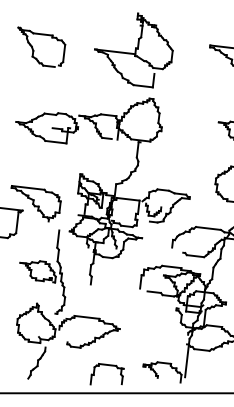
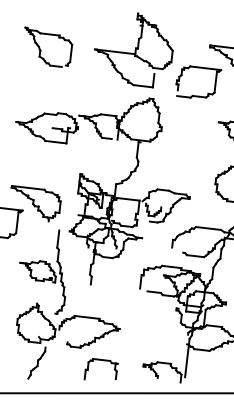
part at (33, 47) position: (33, 47) -> (40, 47)
part at (198, 68): none -> present
part at (109, 366) position: (109, 366) -> (103, 361)
